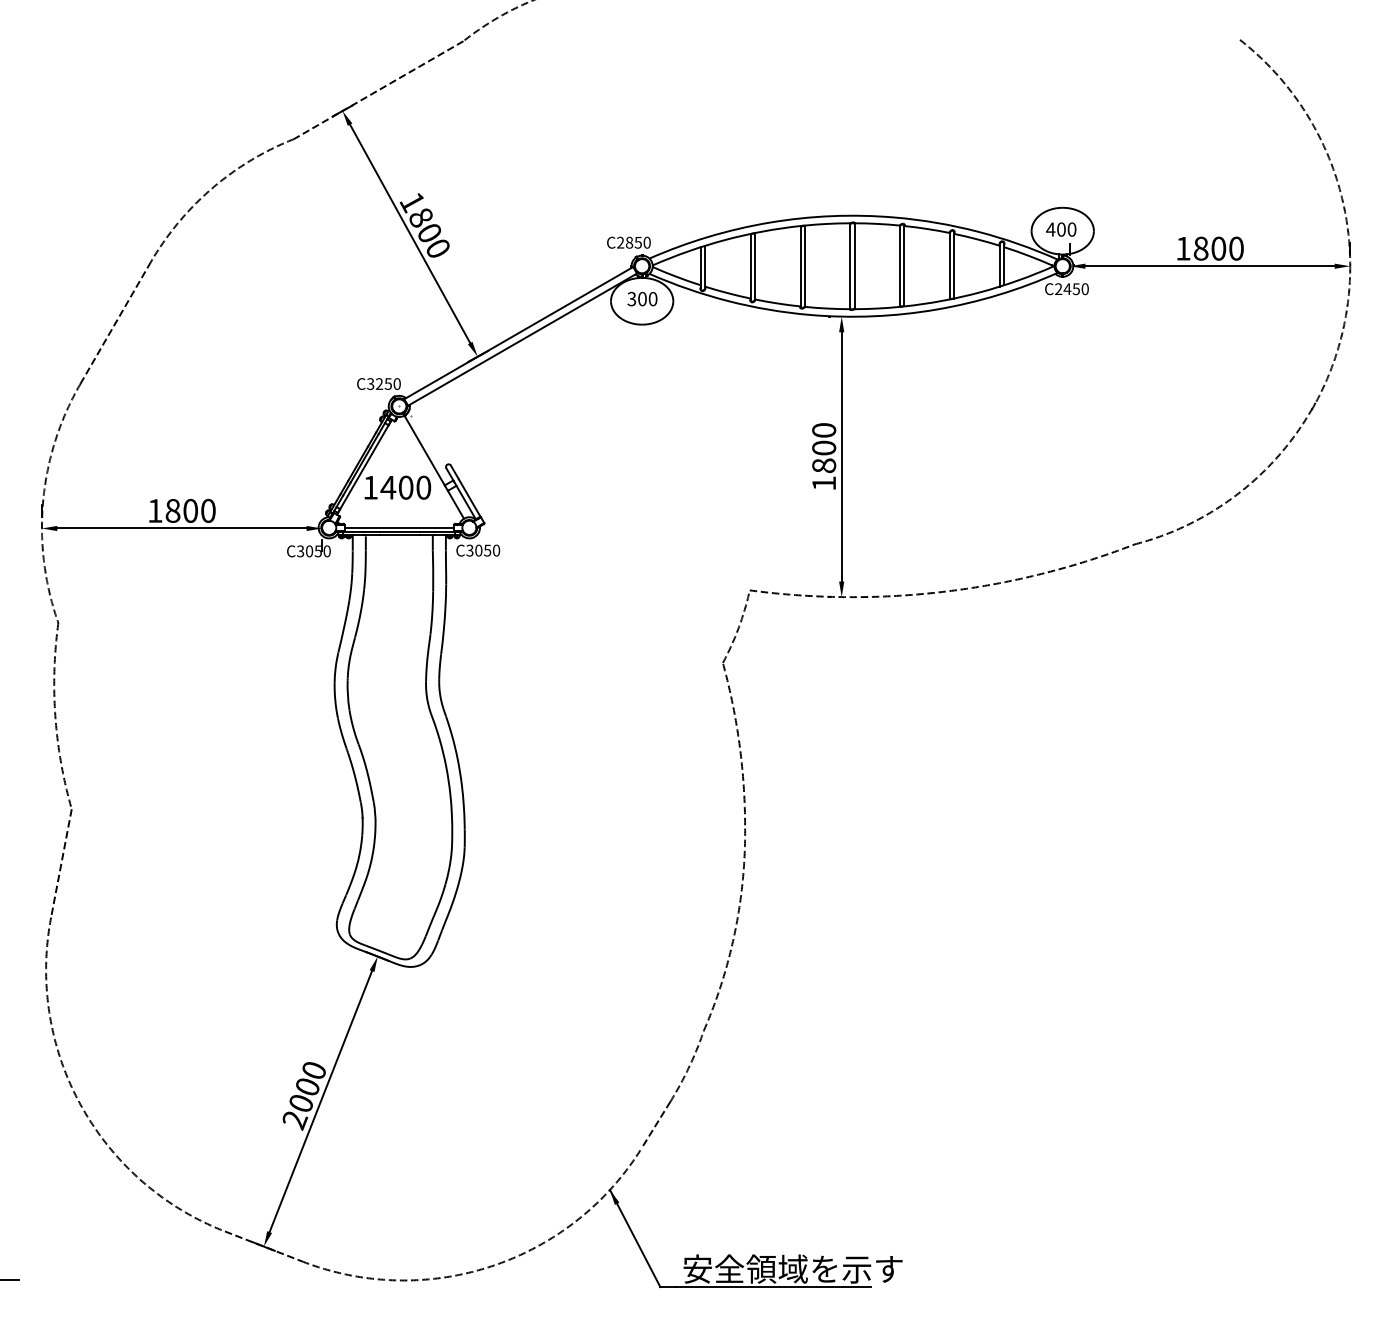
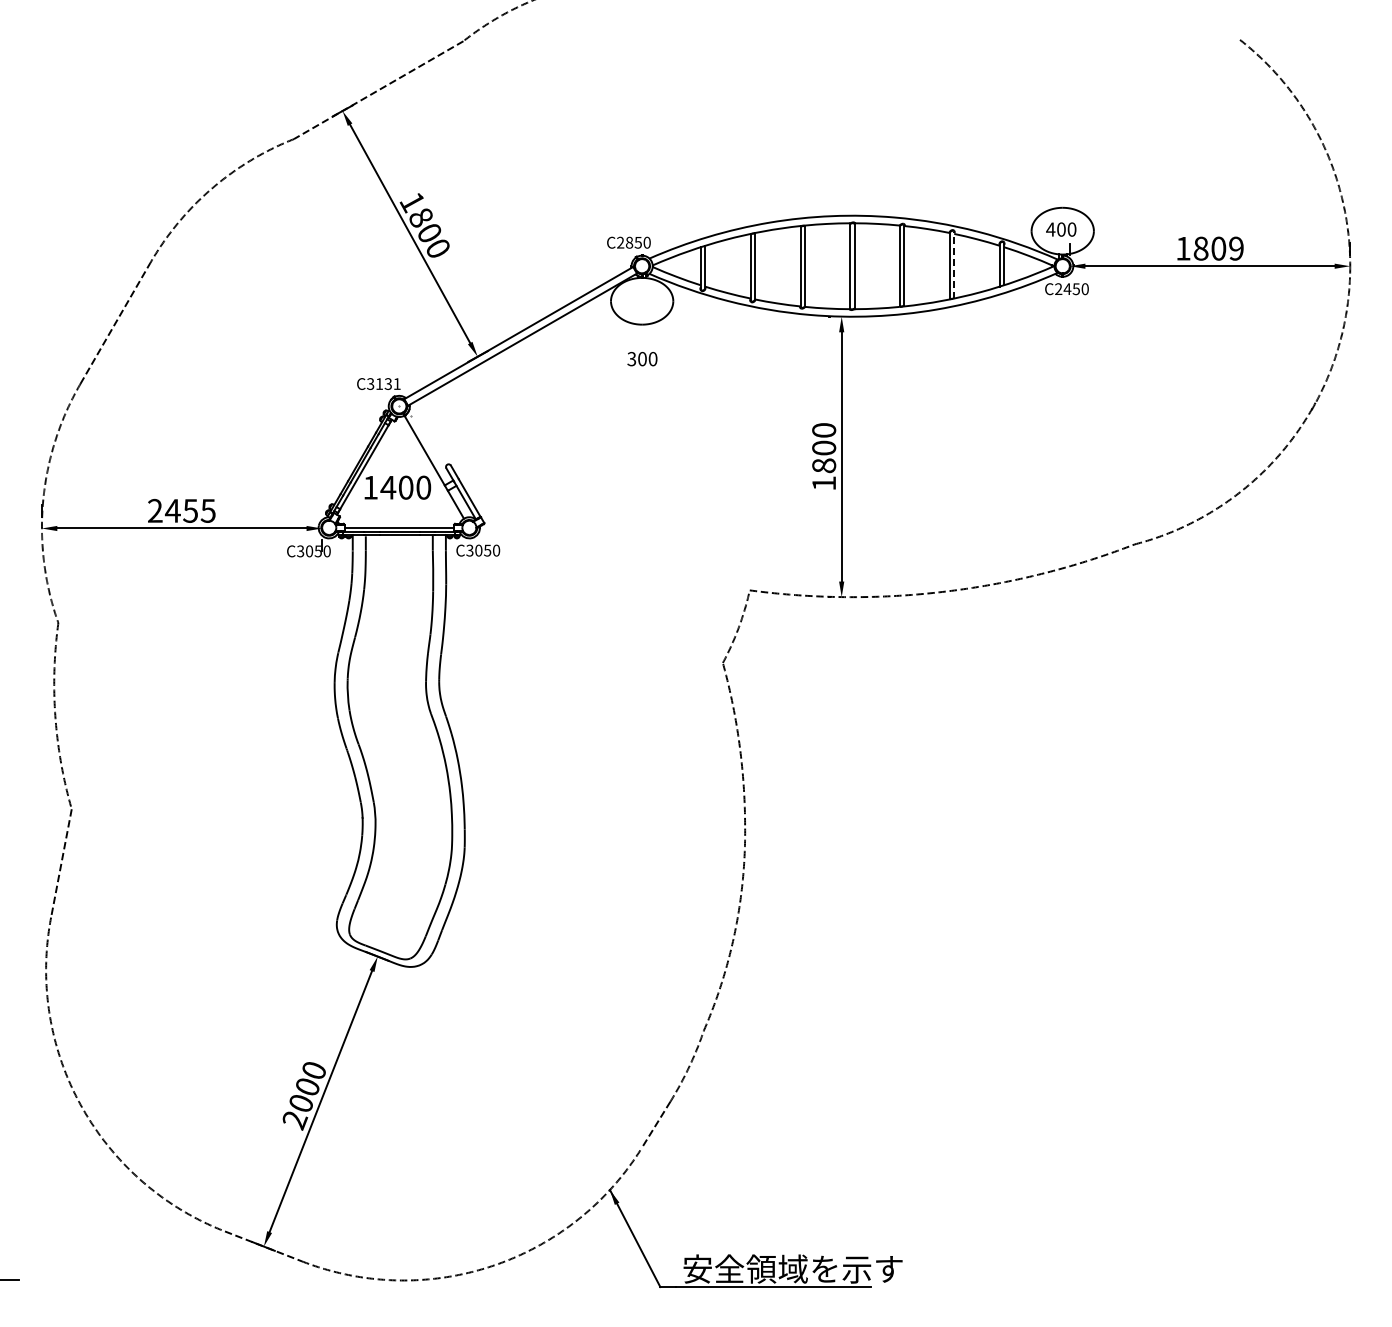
text at (1236, 248): 1800 -> 1809
line at (954, 265): solid -> dashed
text at (642, 299) position: (642, 299) -> (642, 359)
text at (387, 383): C3250 -> C3131
text at (181, 510): 1800 -> 2455
